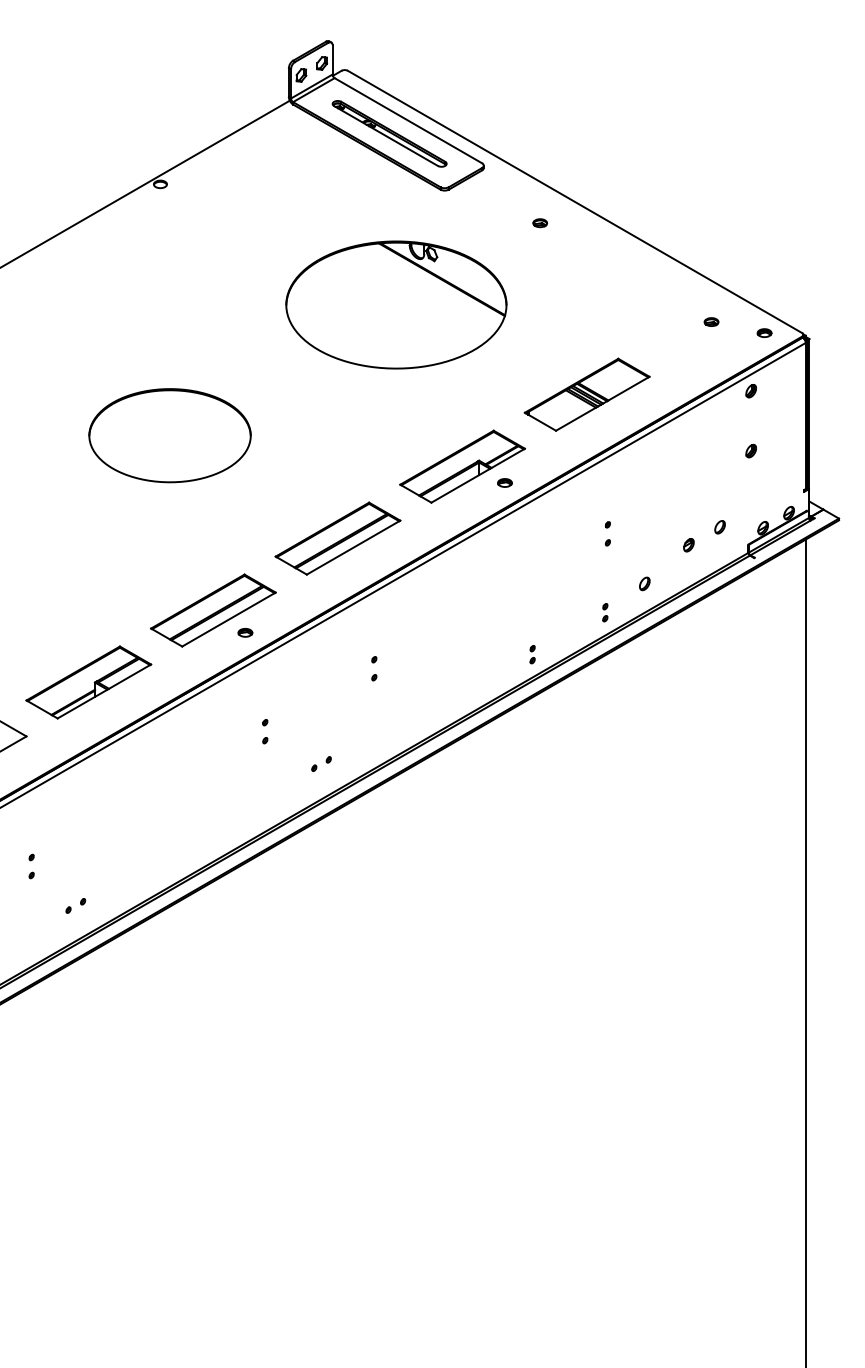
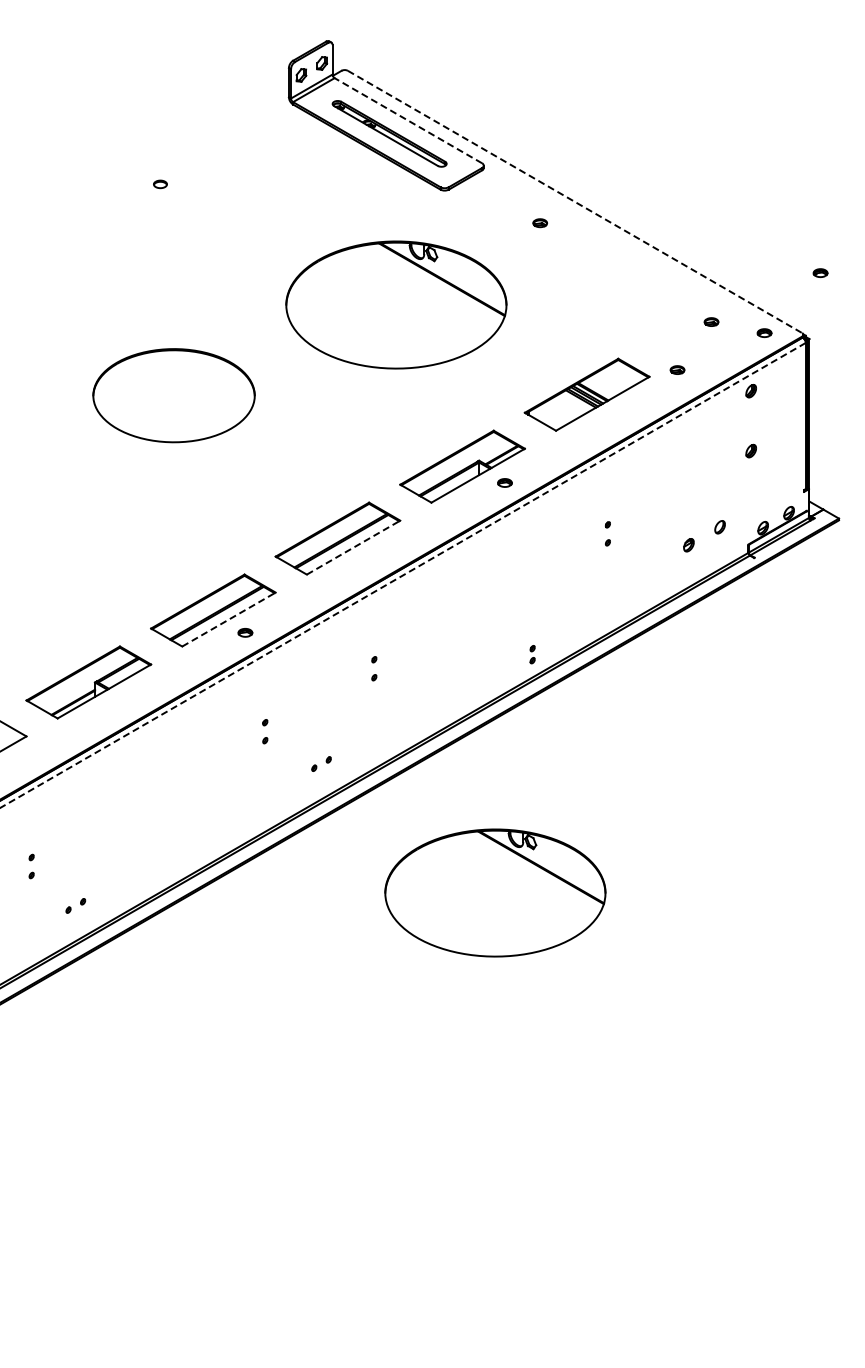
line at (407, 120): solid -> dashed
line at (145, 183): present -> none
line at (575, 202): solid -> dashed
part at (820, 272): none -> present
part at (677, 369): none -> present
part at (169, 435) position: (169, 435) -> (173, 395)
line at (353, 547): solid -> dashed
line at (403, 575): solid -> dashed
part at (644, 583): present -> none
part at (605, 612): present -> none
line at (228, 619): solid -> dashed
part at (495, 892): none -> present
line at (806, 951): present -> none
